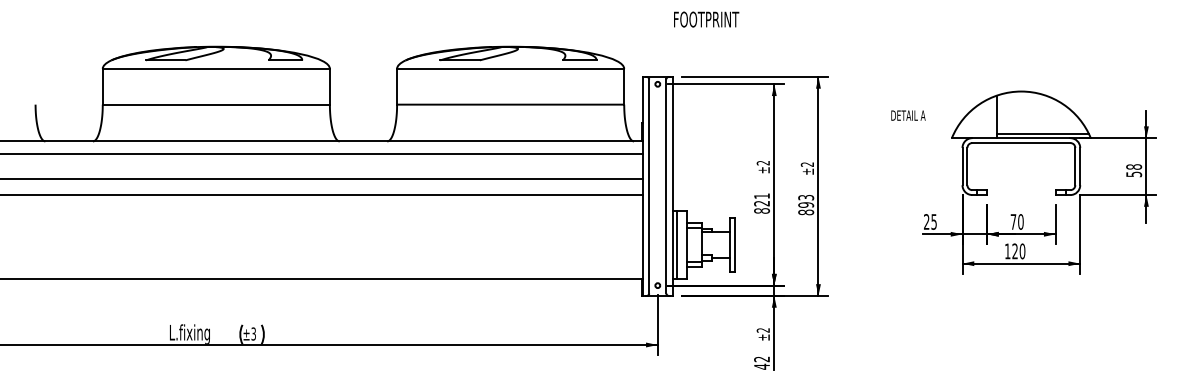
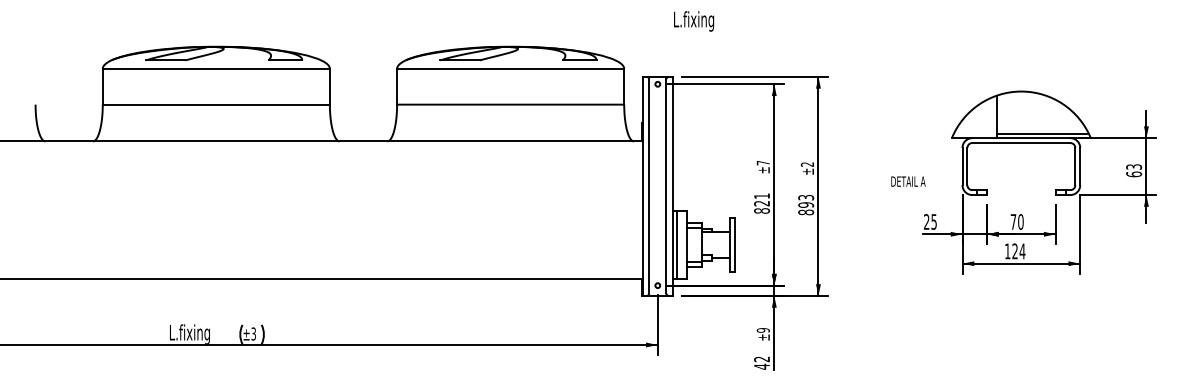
text at (707, 21): FOOTPRINT -> L.fixing
text at (908, 115) position: (908, 115) -> (908, 181)
line at (322, 153): present -> none
text at (762, 162): ±2 -> ±7
text at (1134, 170): 58 -> 63
line at (322, 178): present -> none
line at (322, 195): present -> none
text at (1022, 251): 120 -> 124
text at (762, 330): ±2 -> ±9
